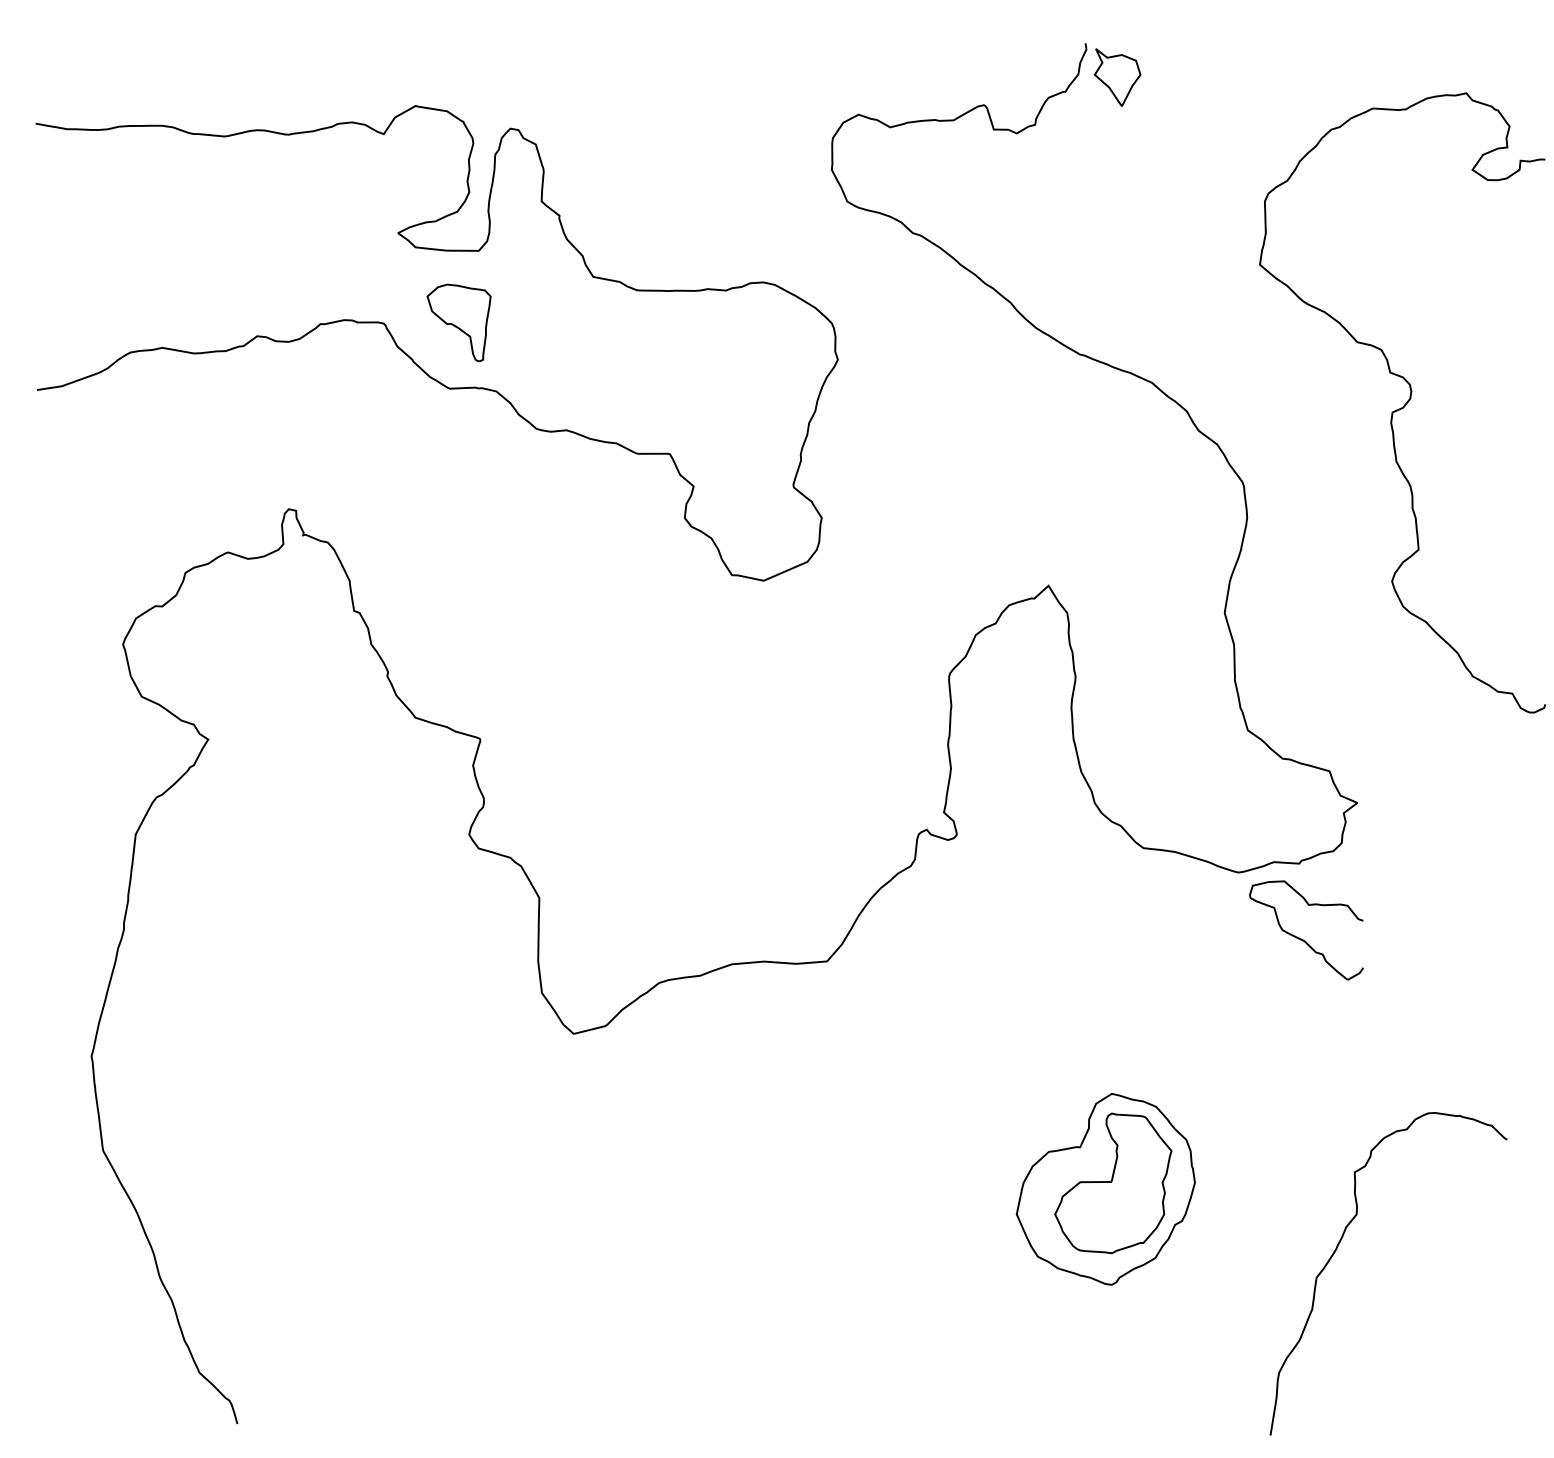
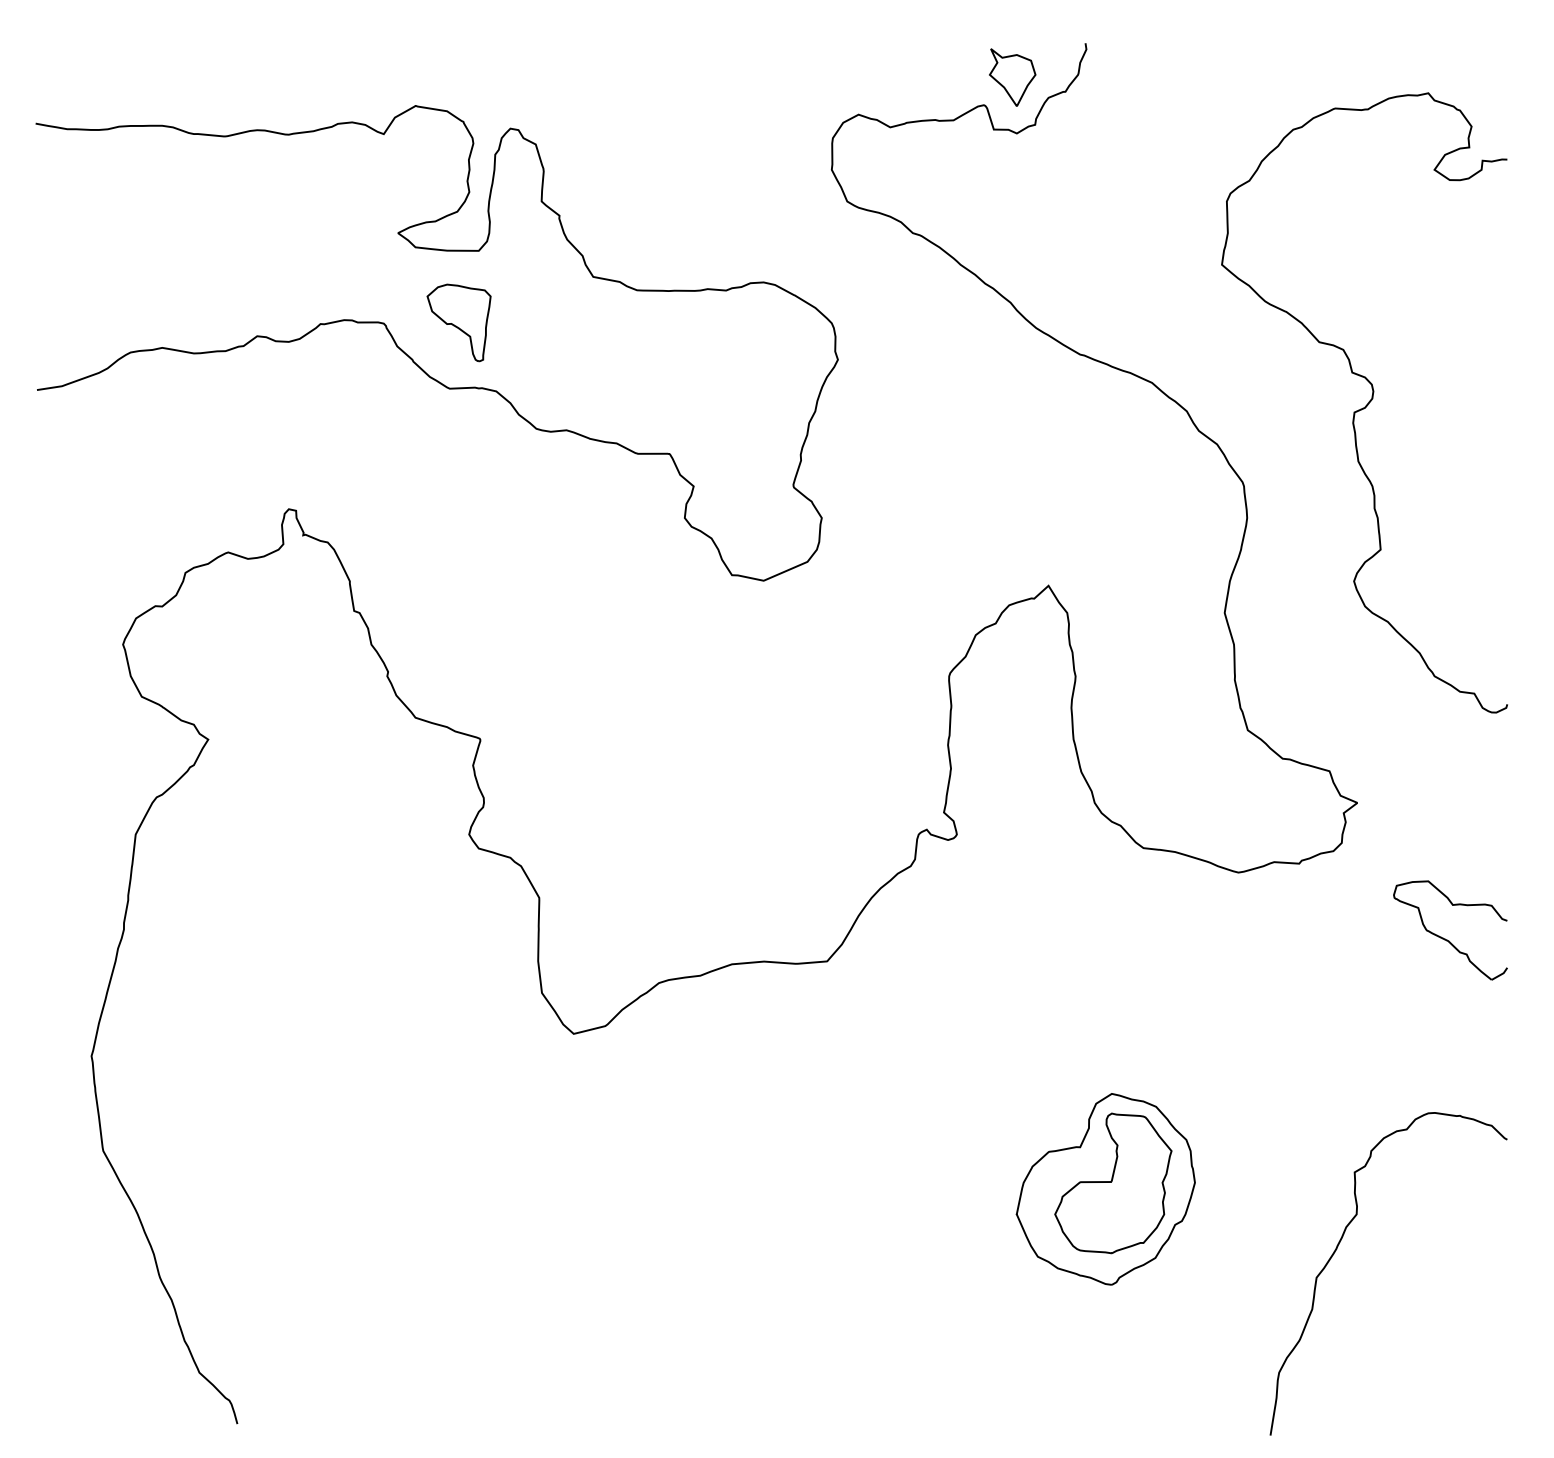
part at (1117, 77) position: (1117, 77) -> (1012, 77)
curve at (1404, 404) position: (1404, 404) -> (1366, 404)
part at (1301, 938) position: (1301, 938) -> (1445, 938)
